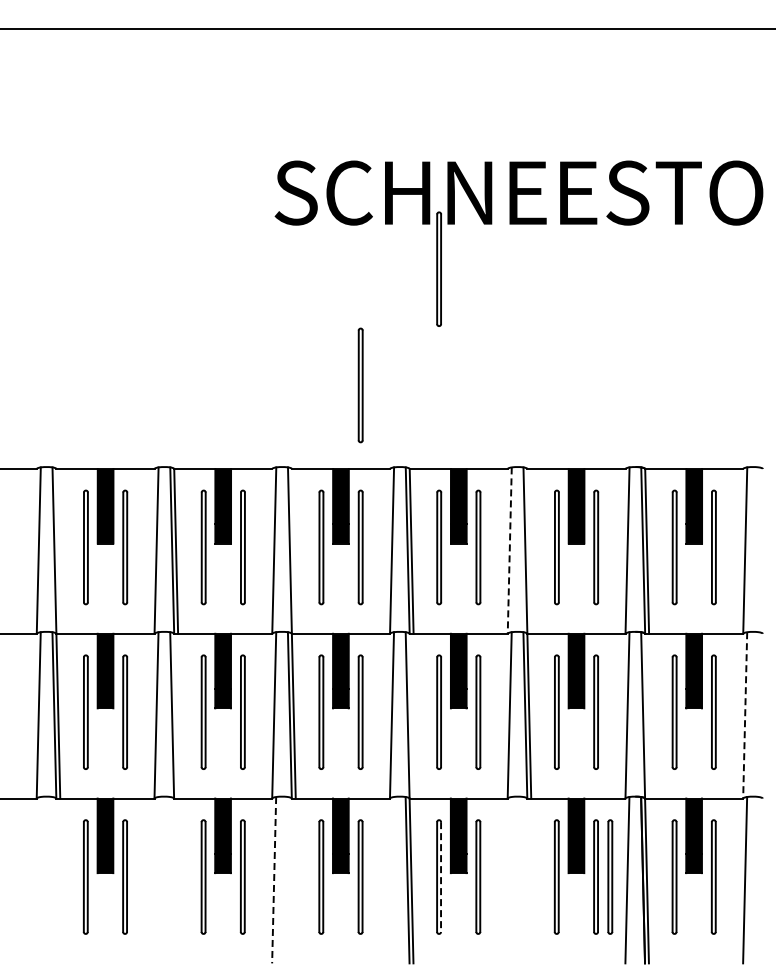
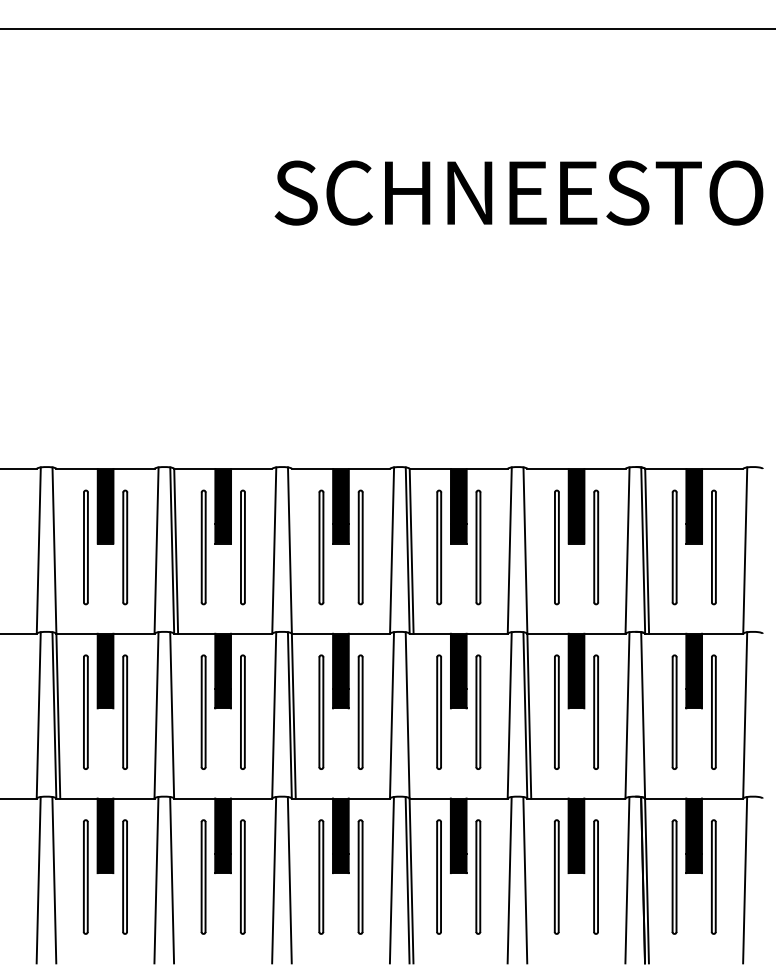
part at (438, 268): present -> none
part at (360, 385): present -> none
line at (509, 551): dashed -> solid
line at (745, 715): dashed -> solid
part at (610, 876): present -> none
line at (441, 877): dashed -> solid
line at (38, 880): none -> present
line at (54, 880): none -> present
line at (156, 880): none -> present
line at (172, 880): none -> present
line at (274, 880): dashed -> solid
line at (289, 880): none -> present
line at (391, 880): none -> present
line at (509, 880): none -> present
line at (525, 880): none -> present
